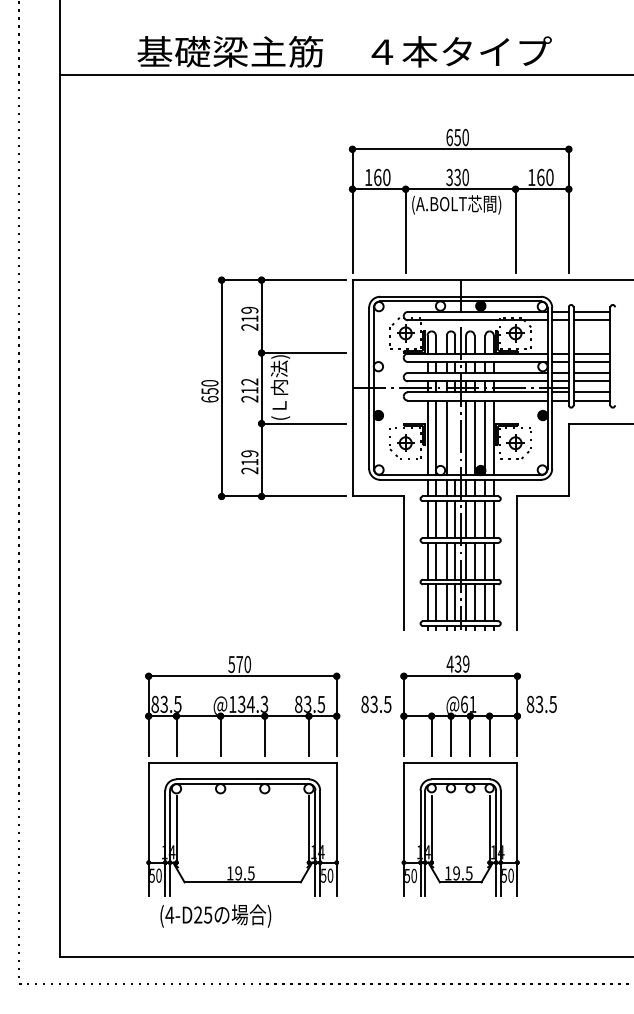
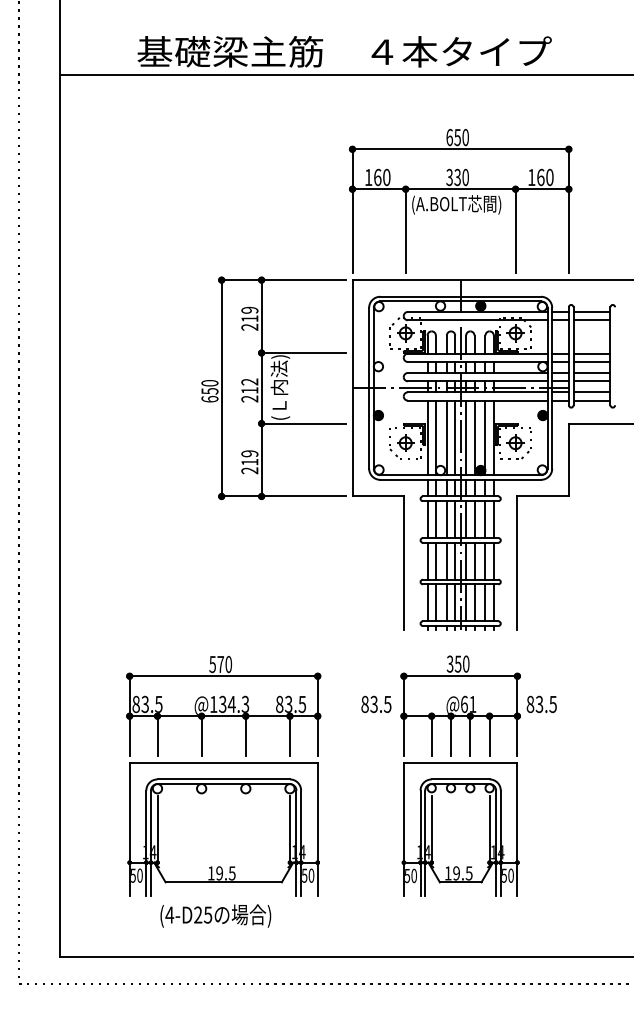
line at (455, 437): none -> present
text at (457, 663): 439 -> 350
part at (242, 775) position: (242, 775) -> (223, 775)
